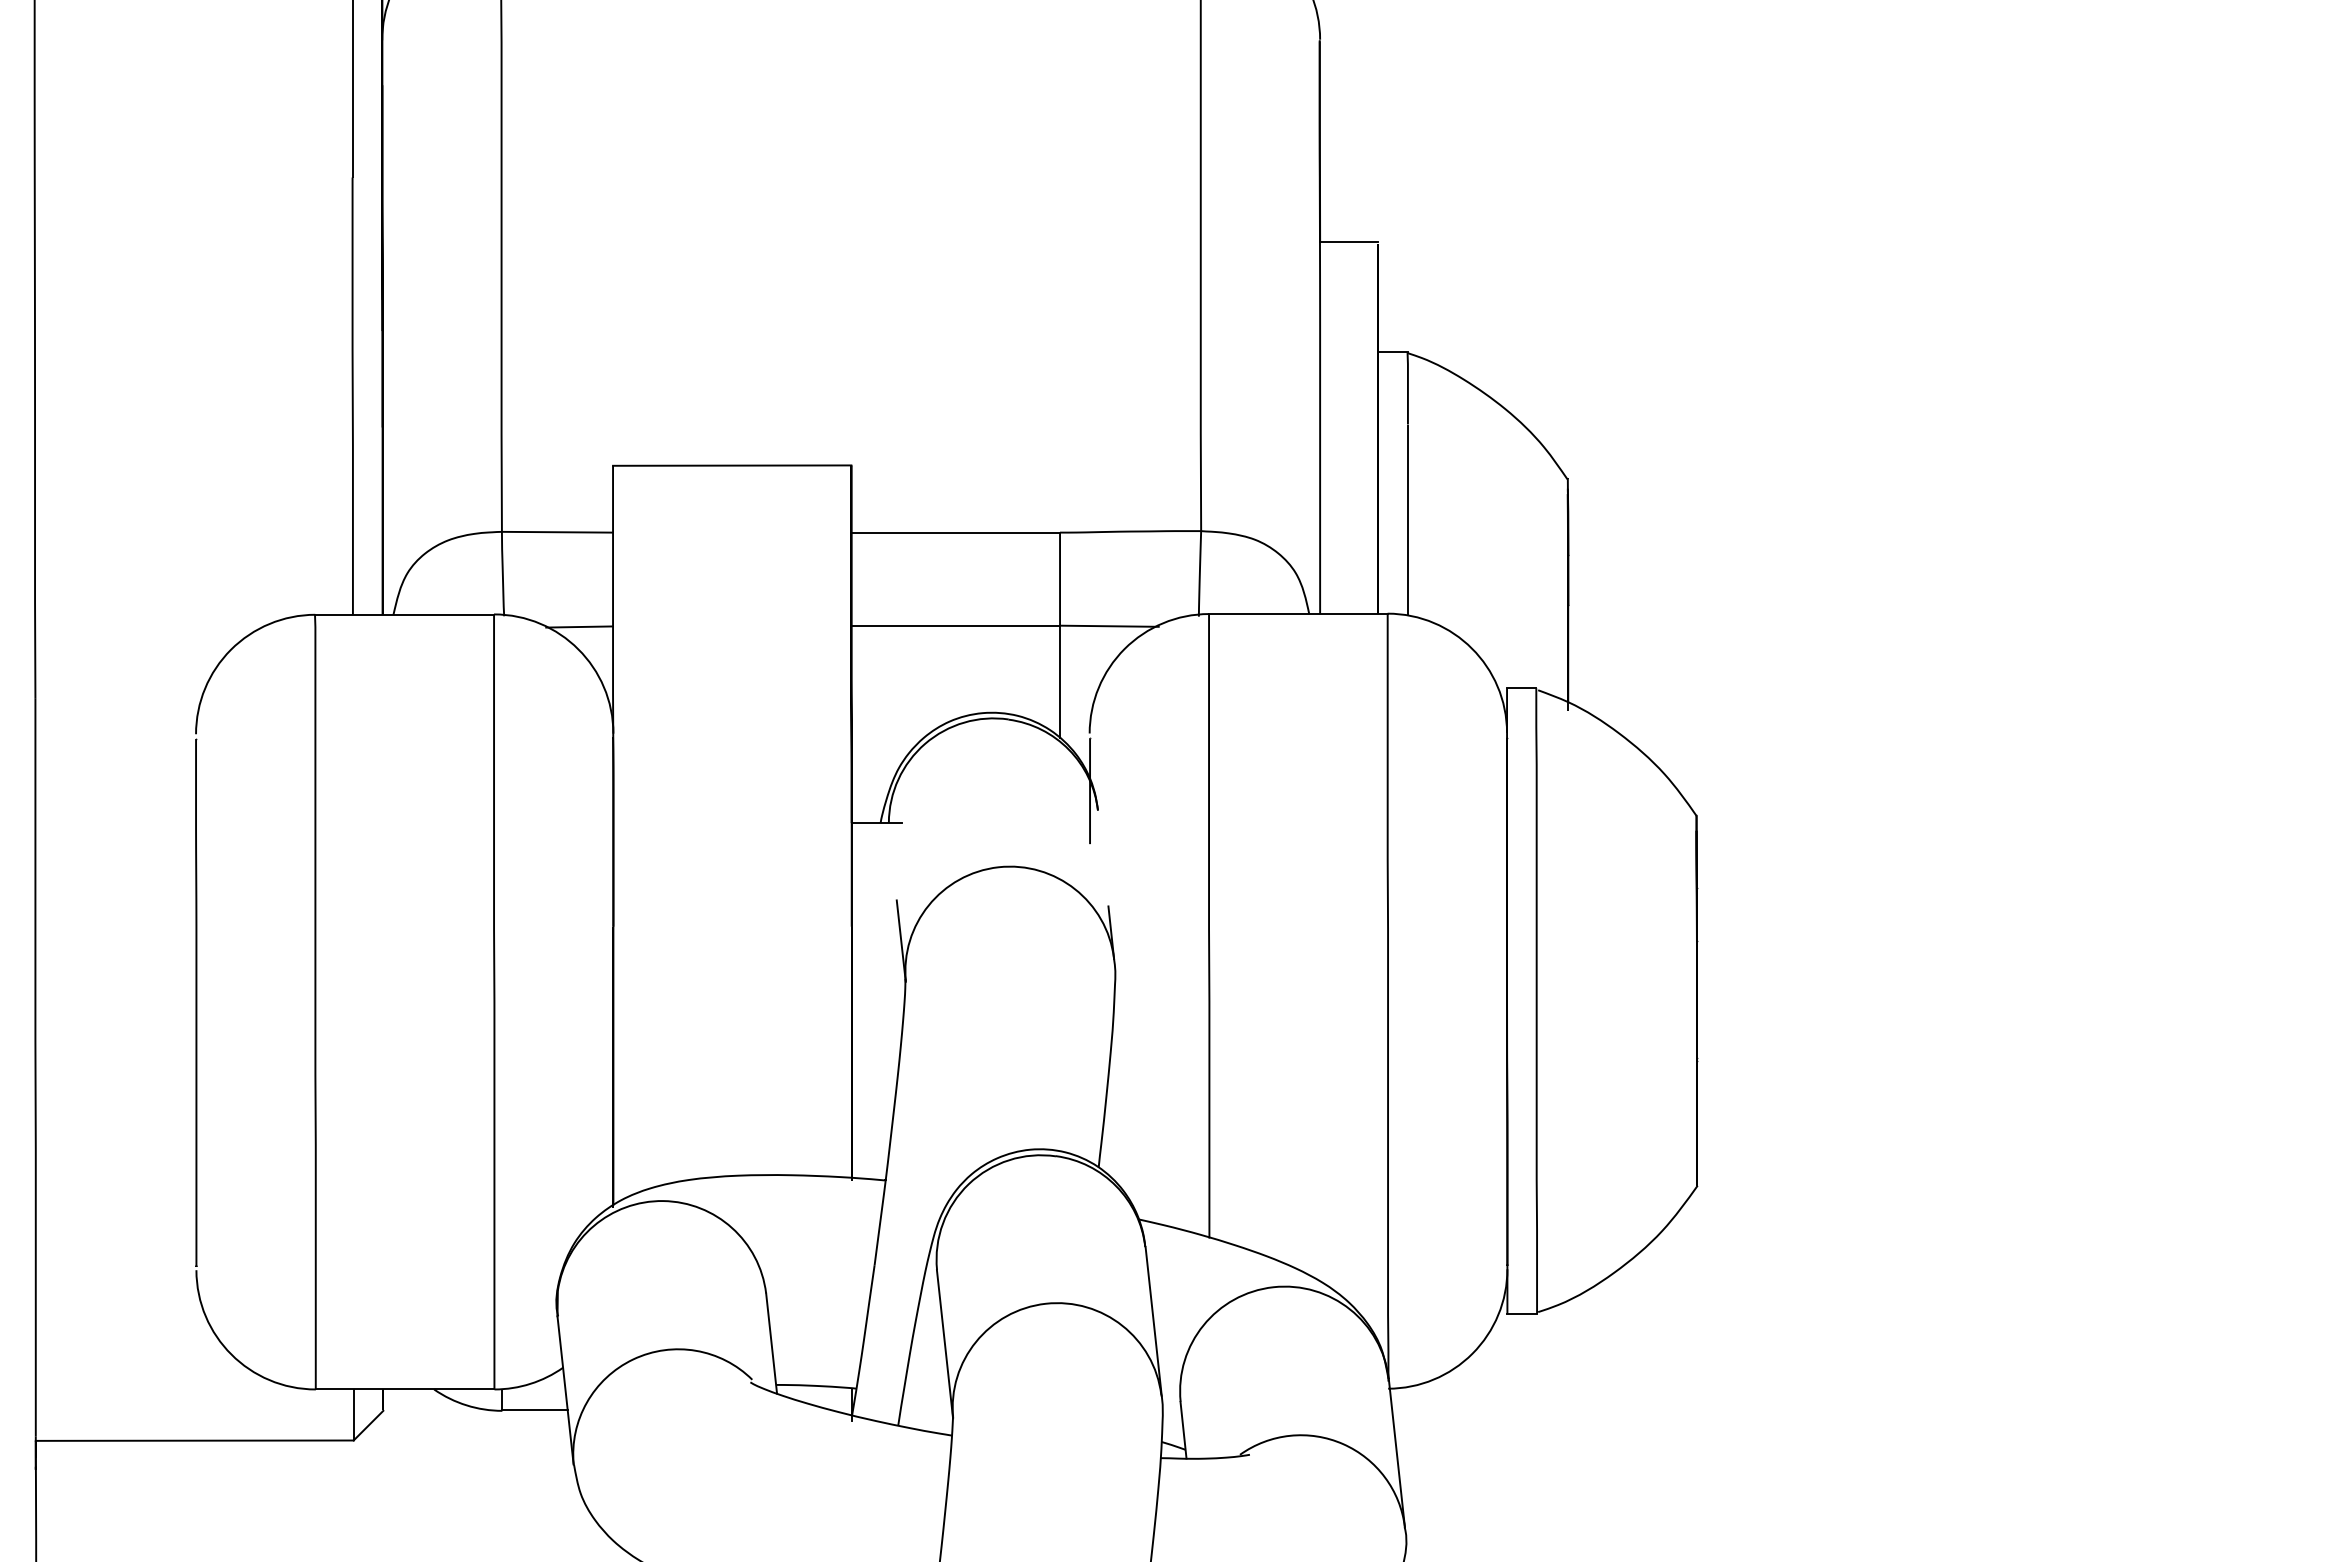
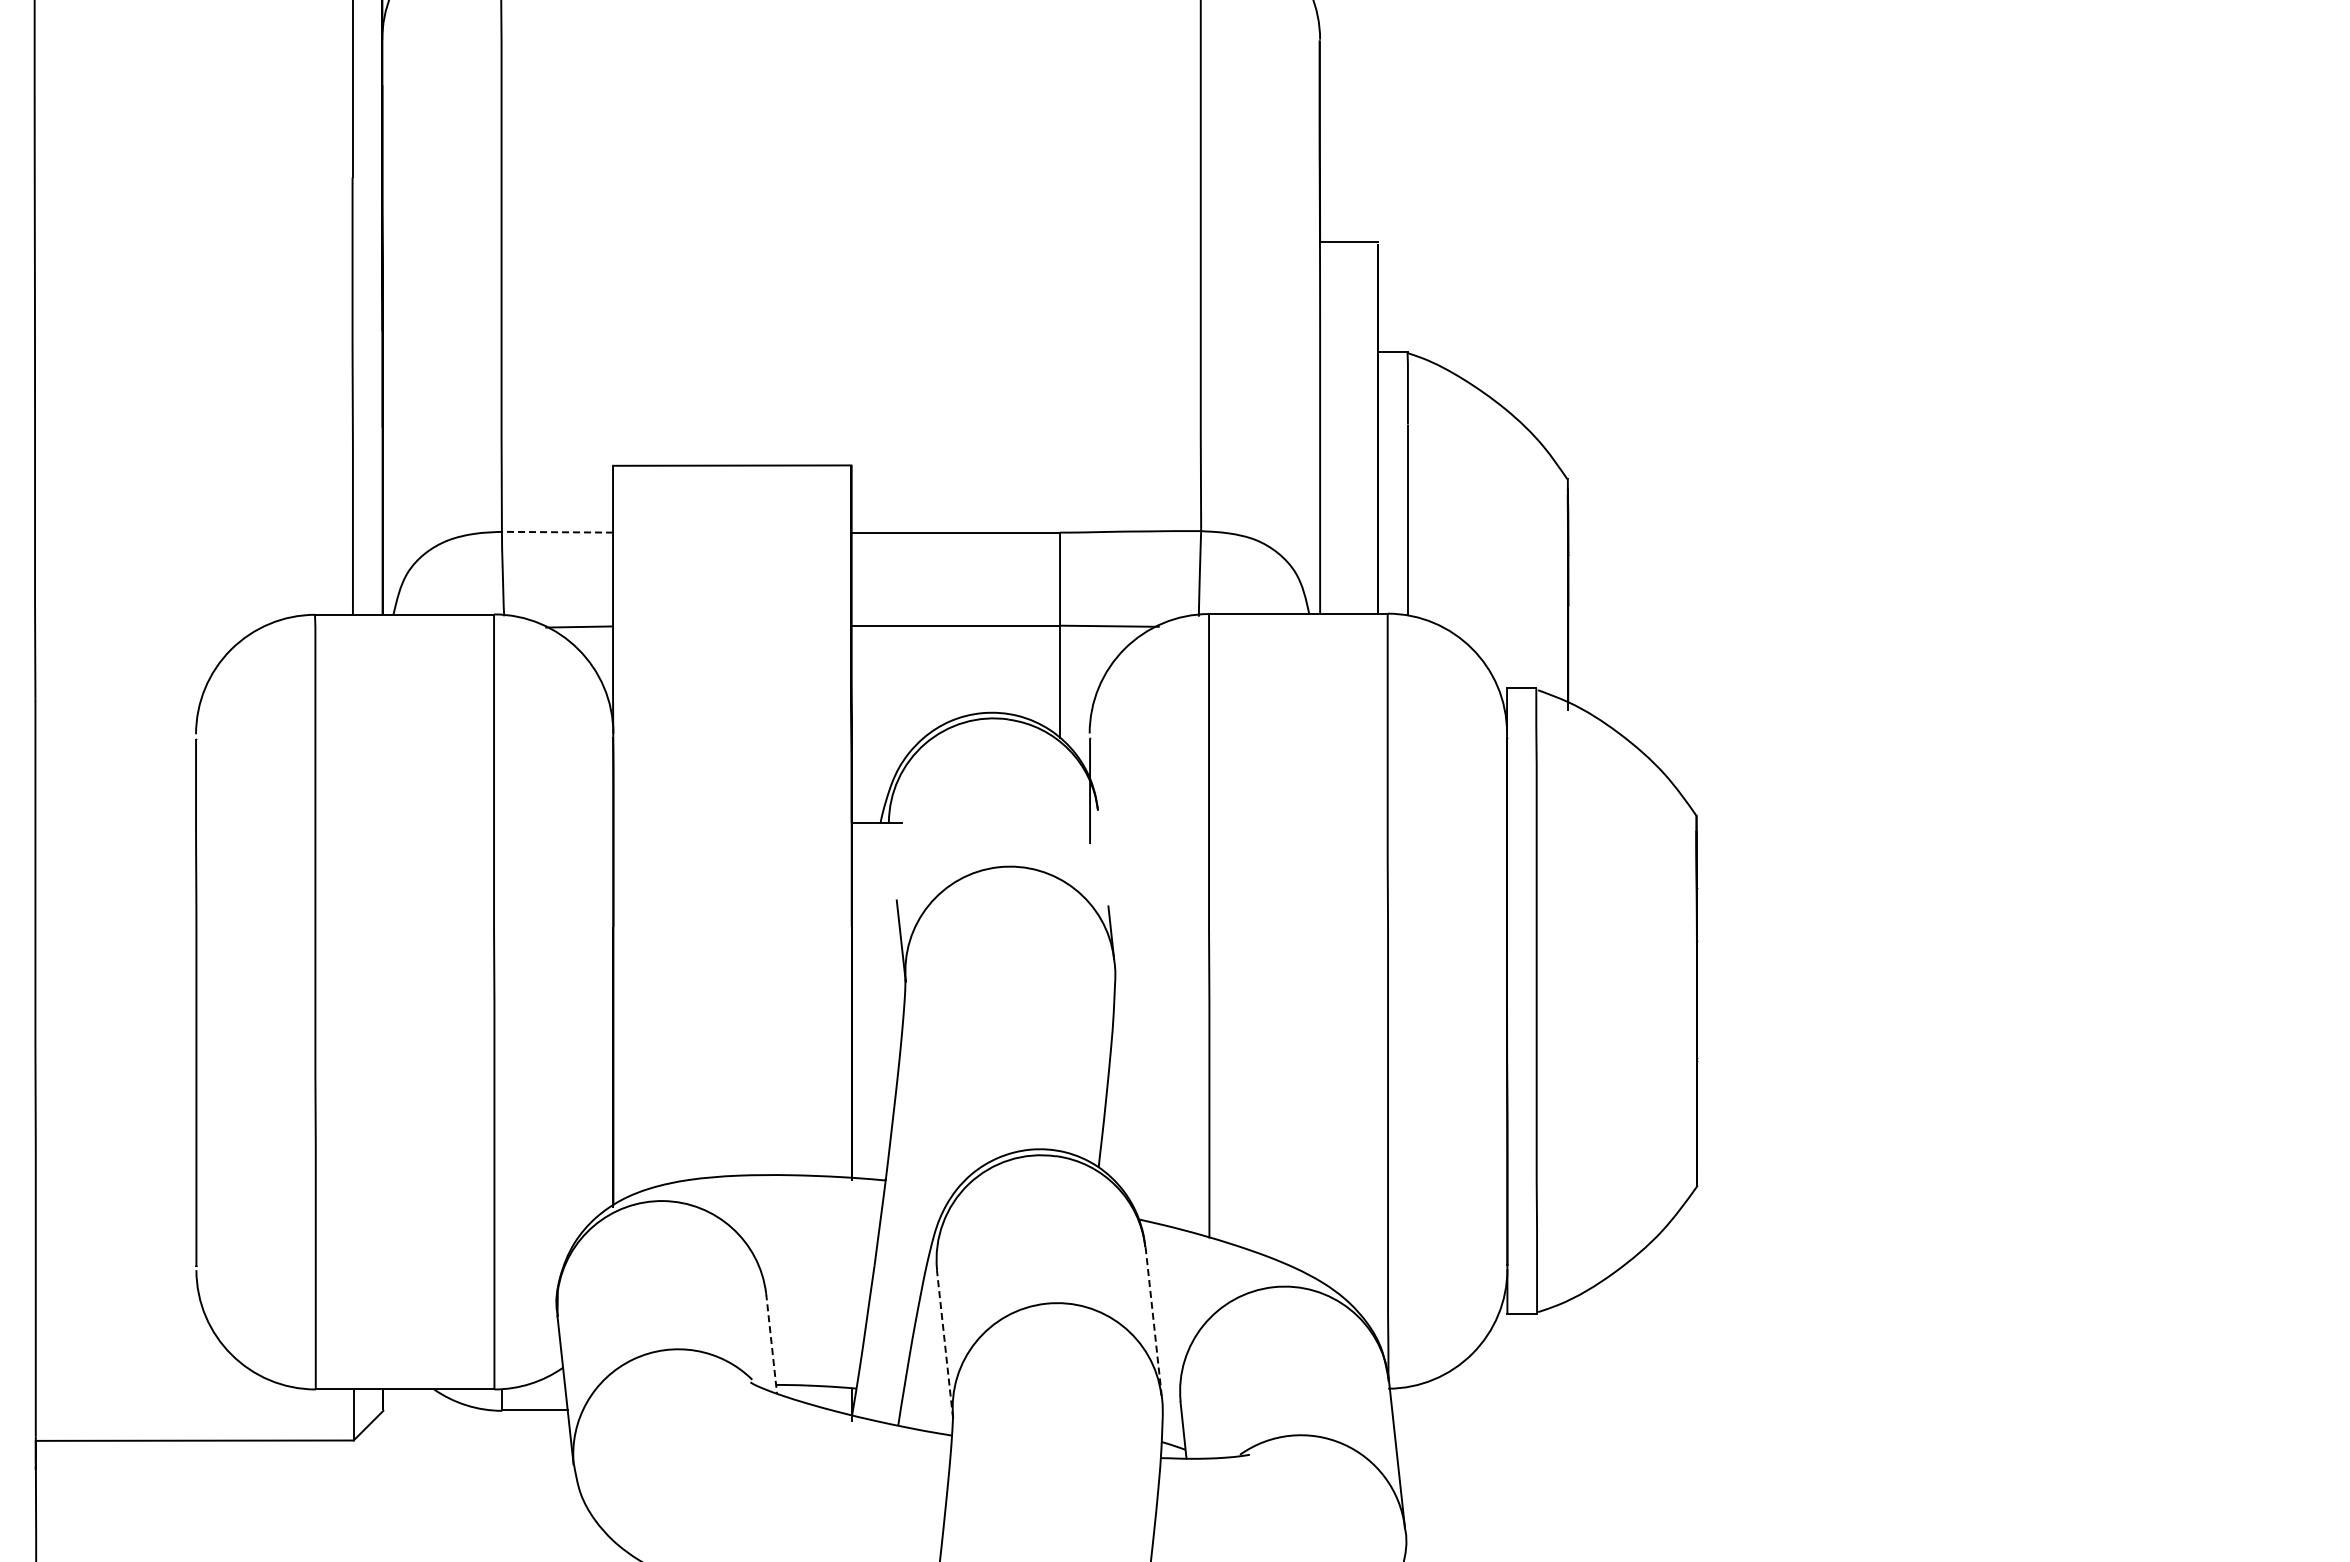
line at (557, 532): solid -> dashed
line at (1153, 1321): solid -> dashed
line at (771, 1343): solid -> dashed
line at (945, 1344): solid -> dashed
